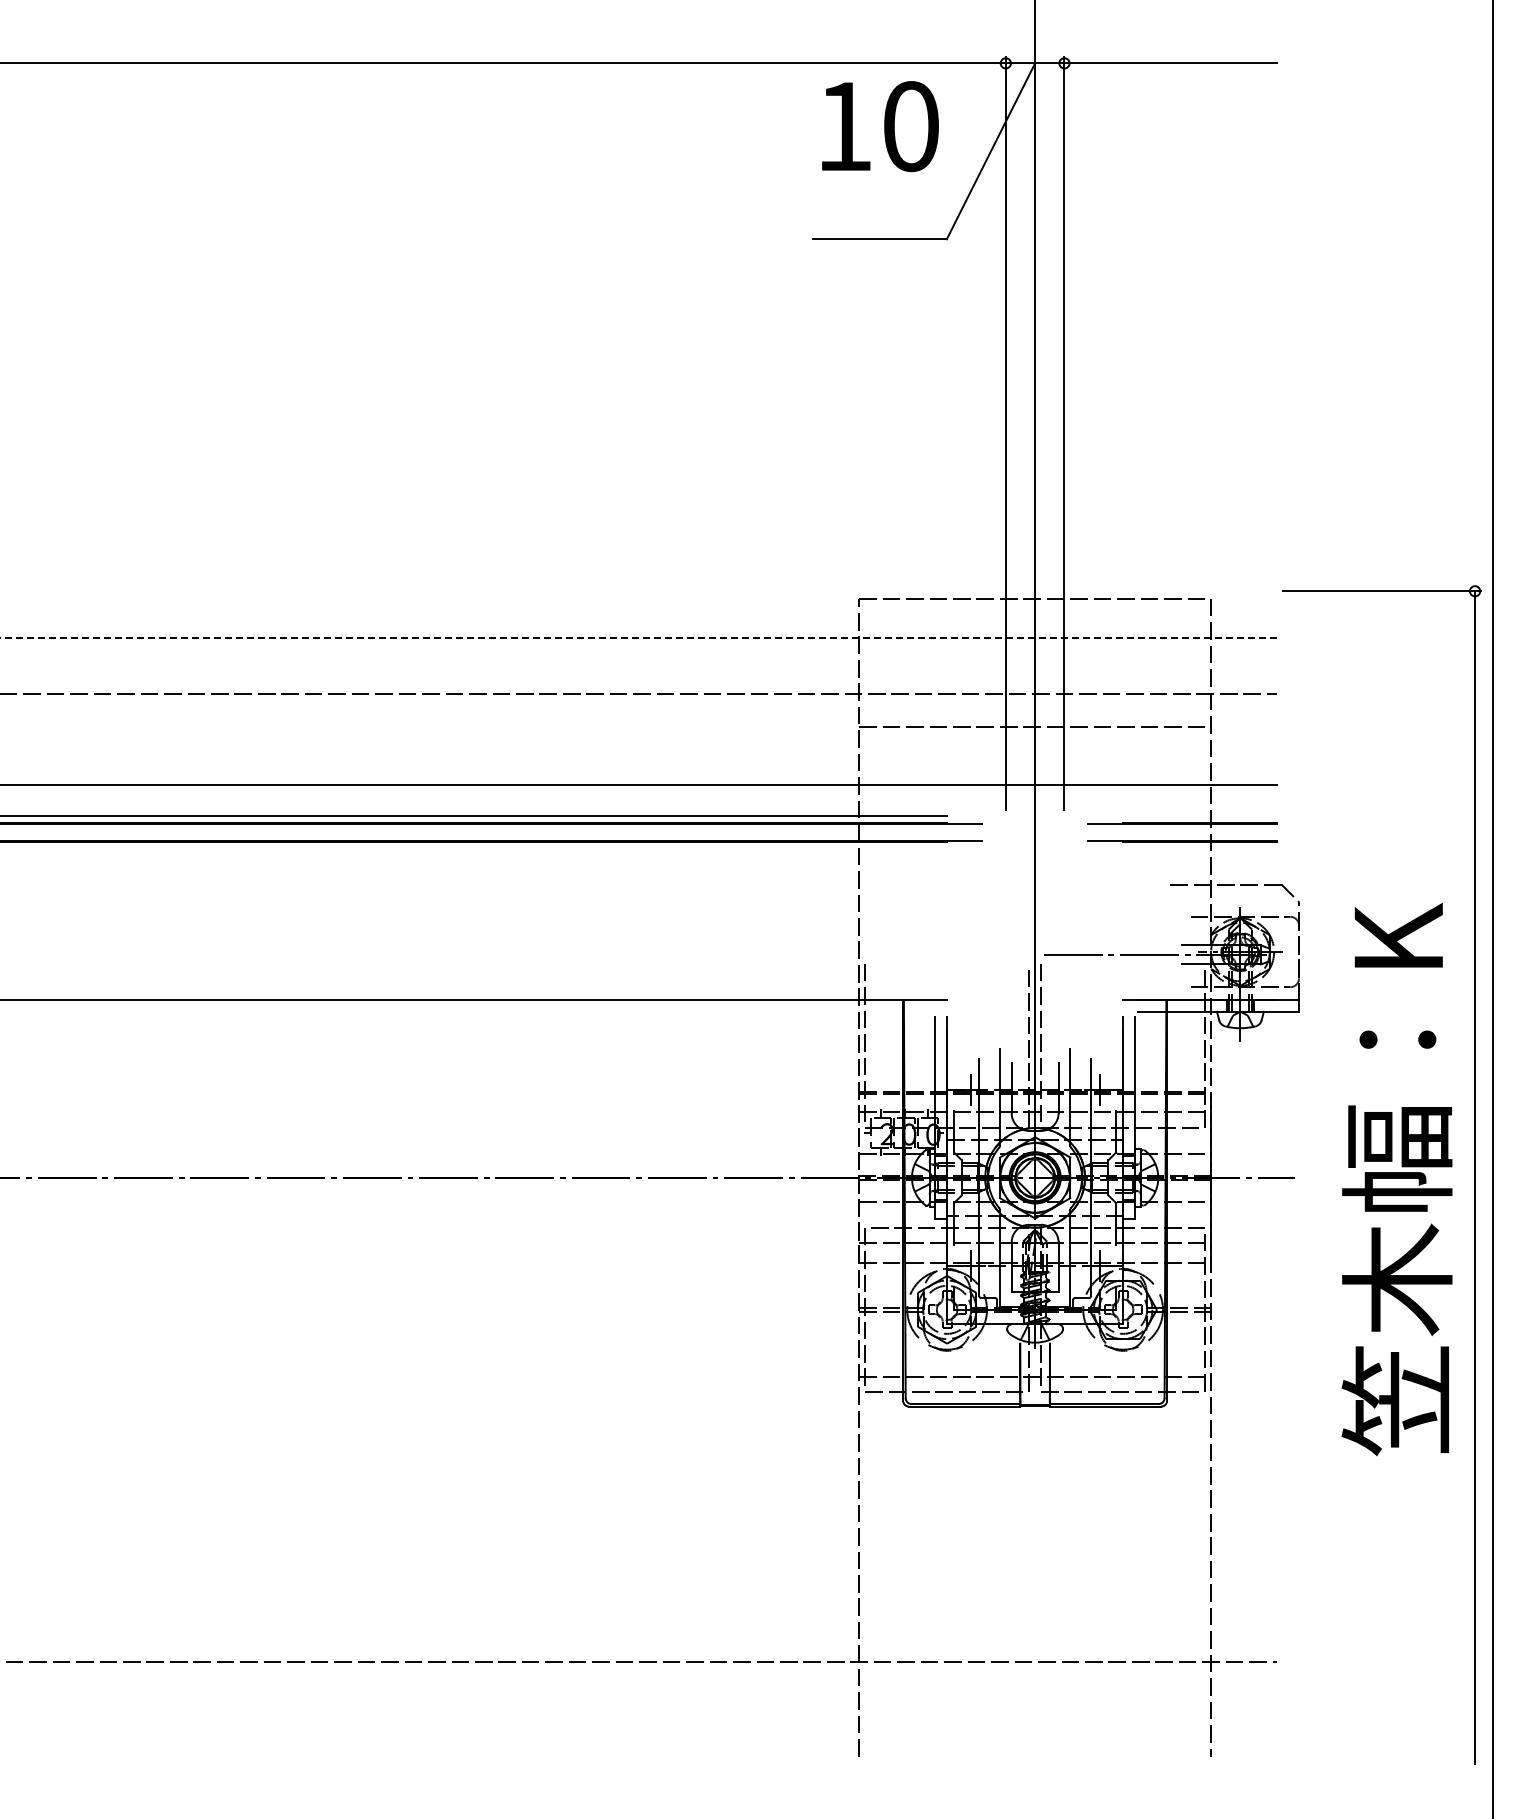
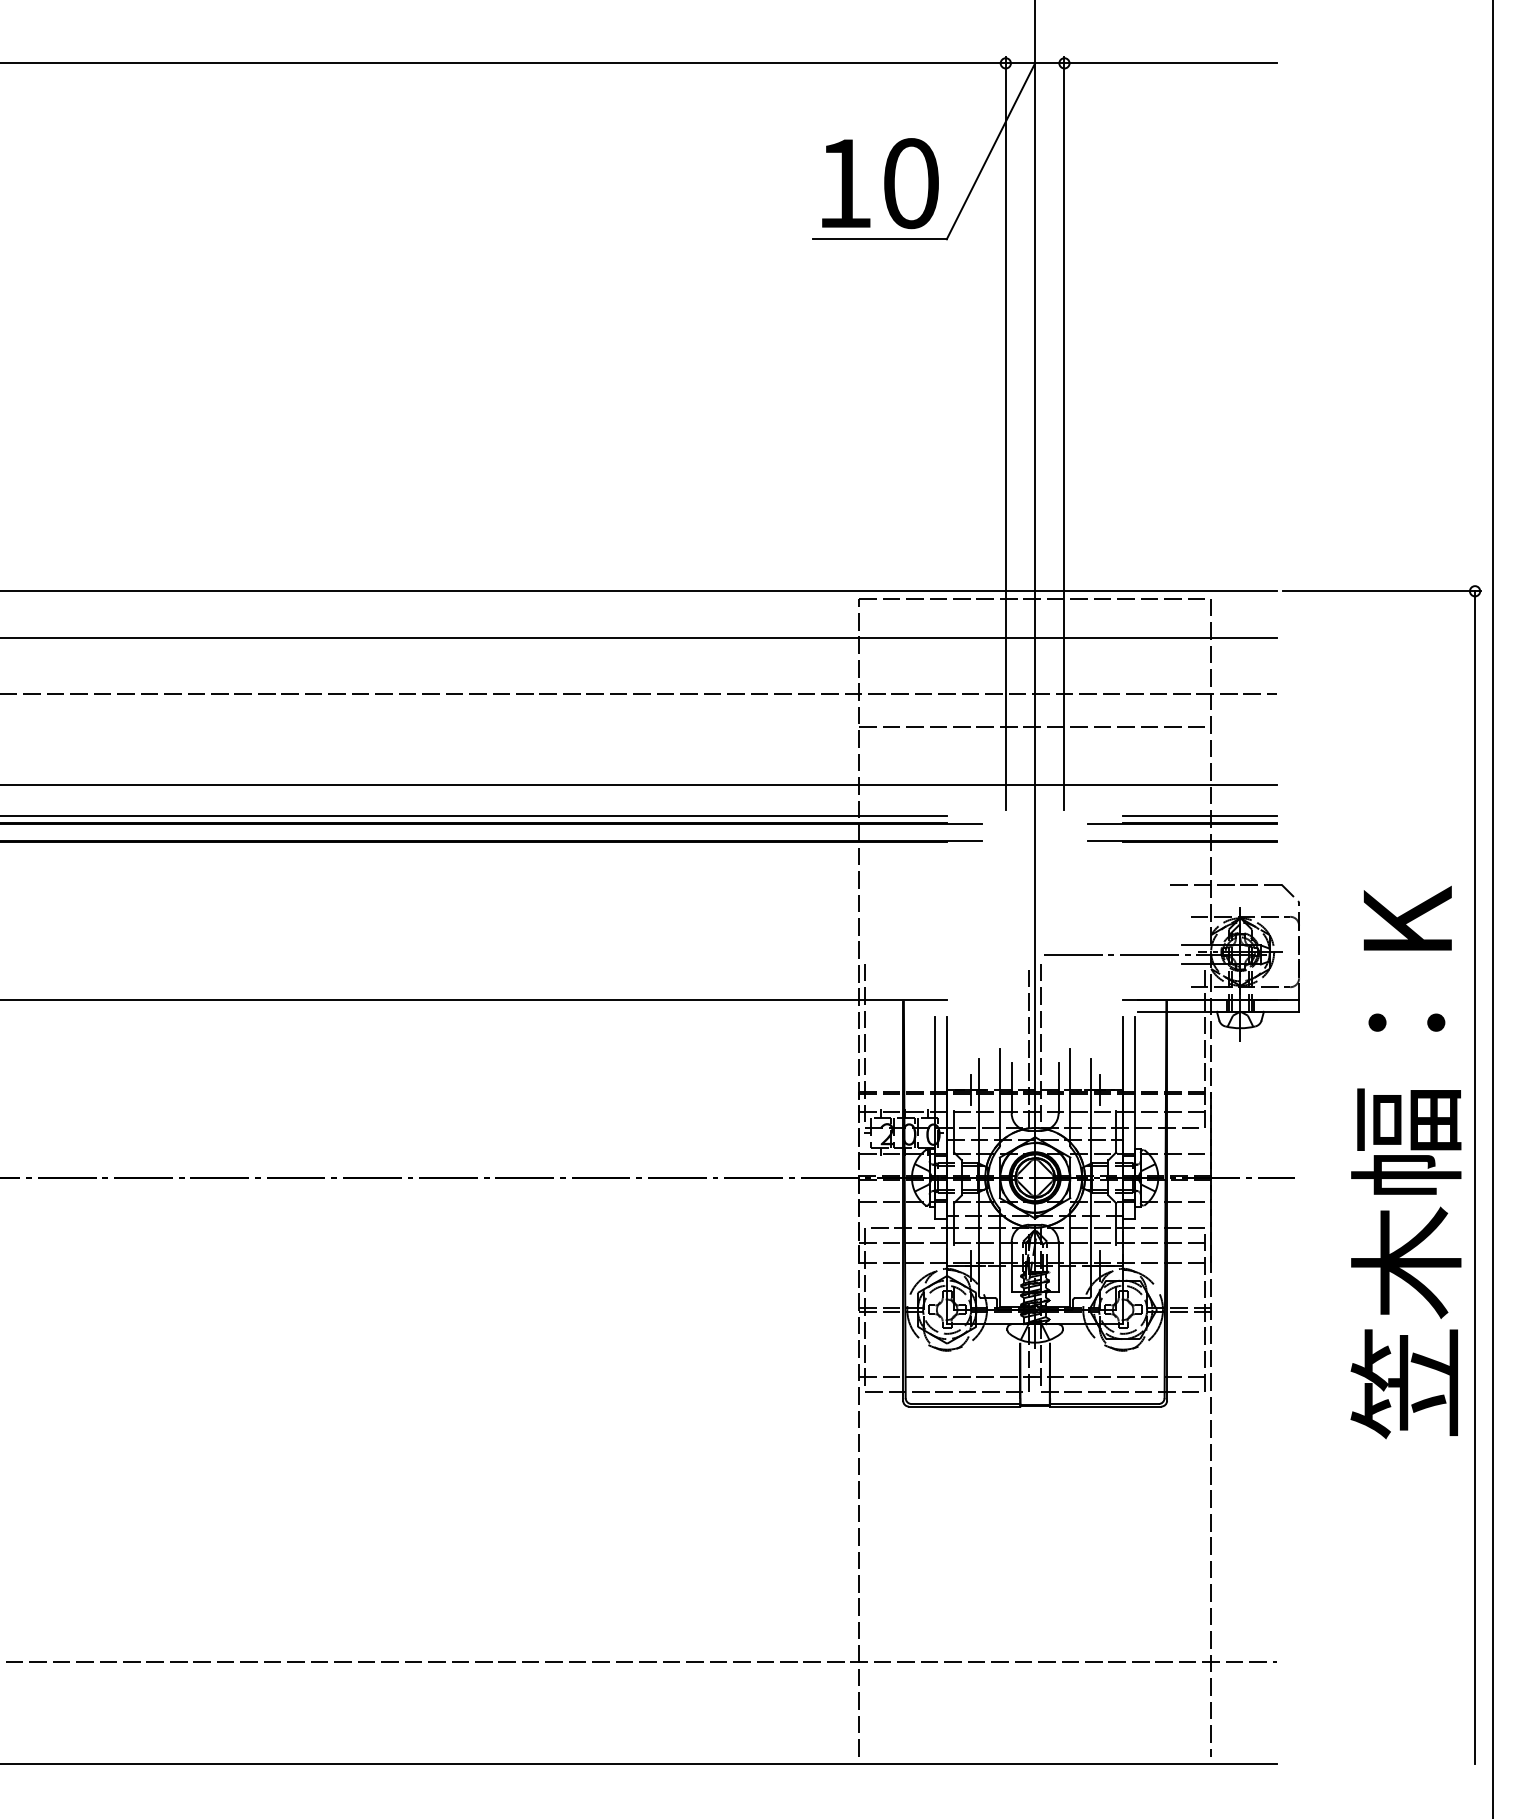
text at (880, 126) position: (880, 126) -> (880, 183)
line at (639, 591): none -> present
line at (638, 638): dashed -> solid
line at (1199, 815): none -> present
text at (1396, 1179) position: (1396, 1179) -> (1405, 1162)
line at (639, 1764): none -> present
